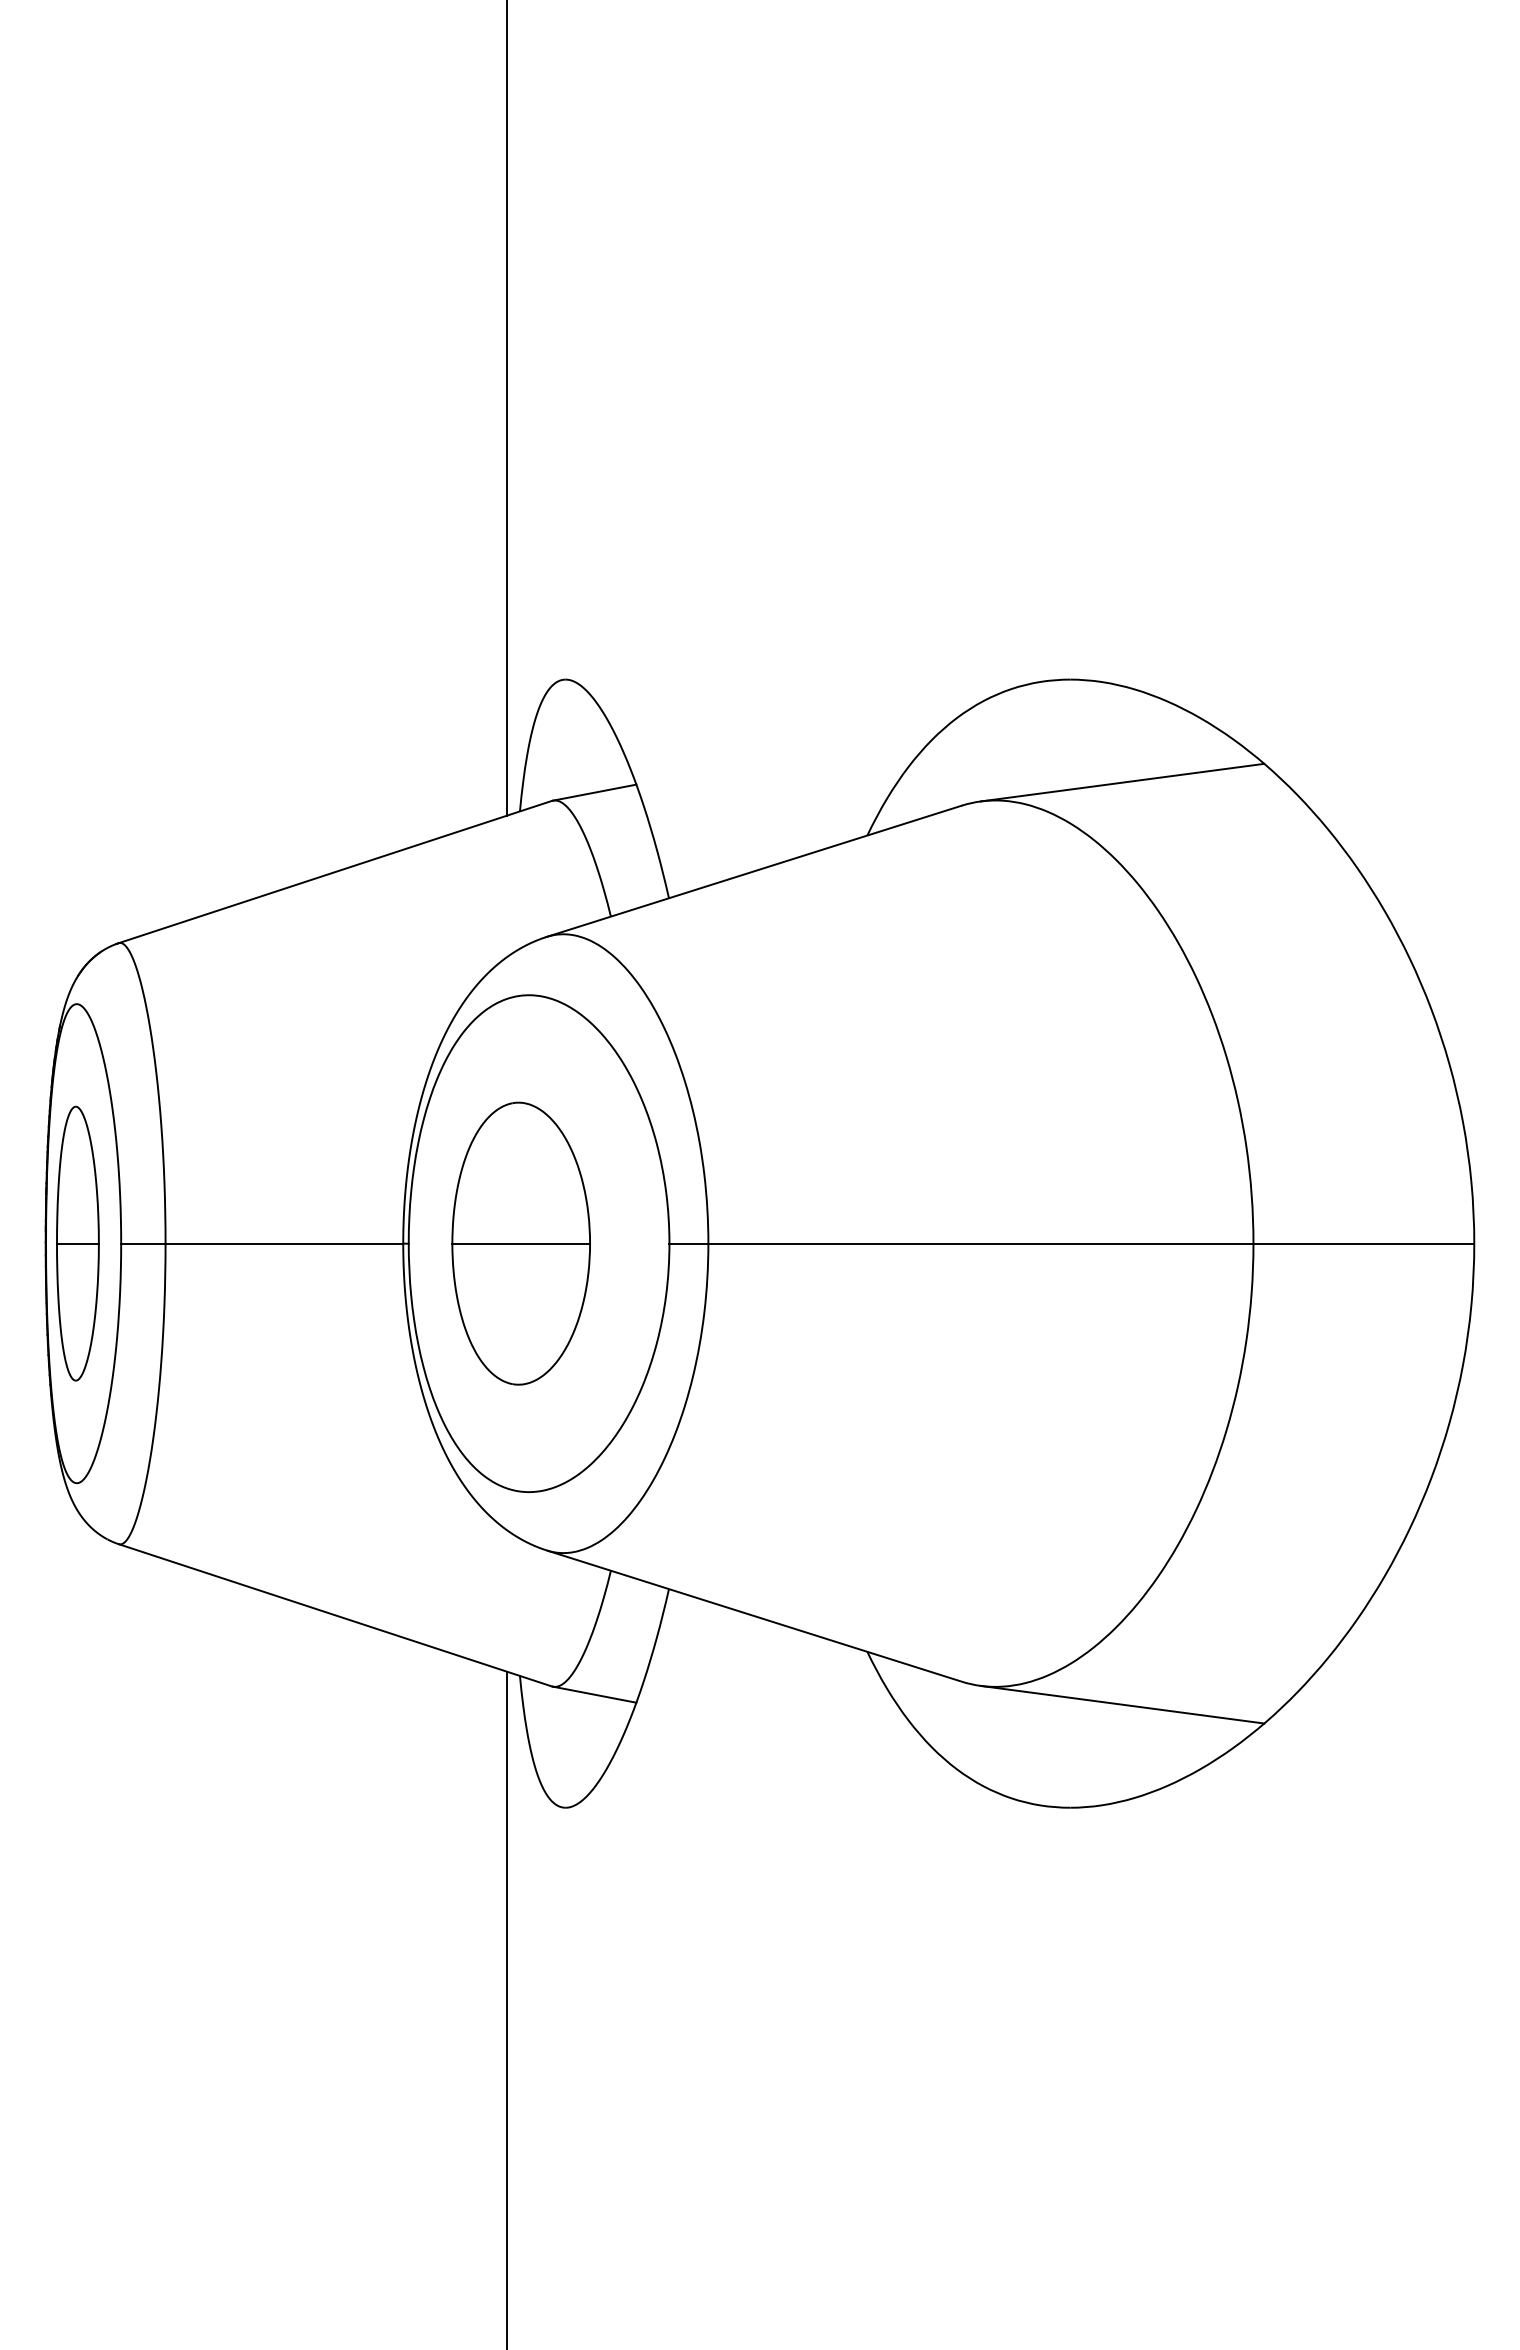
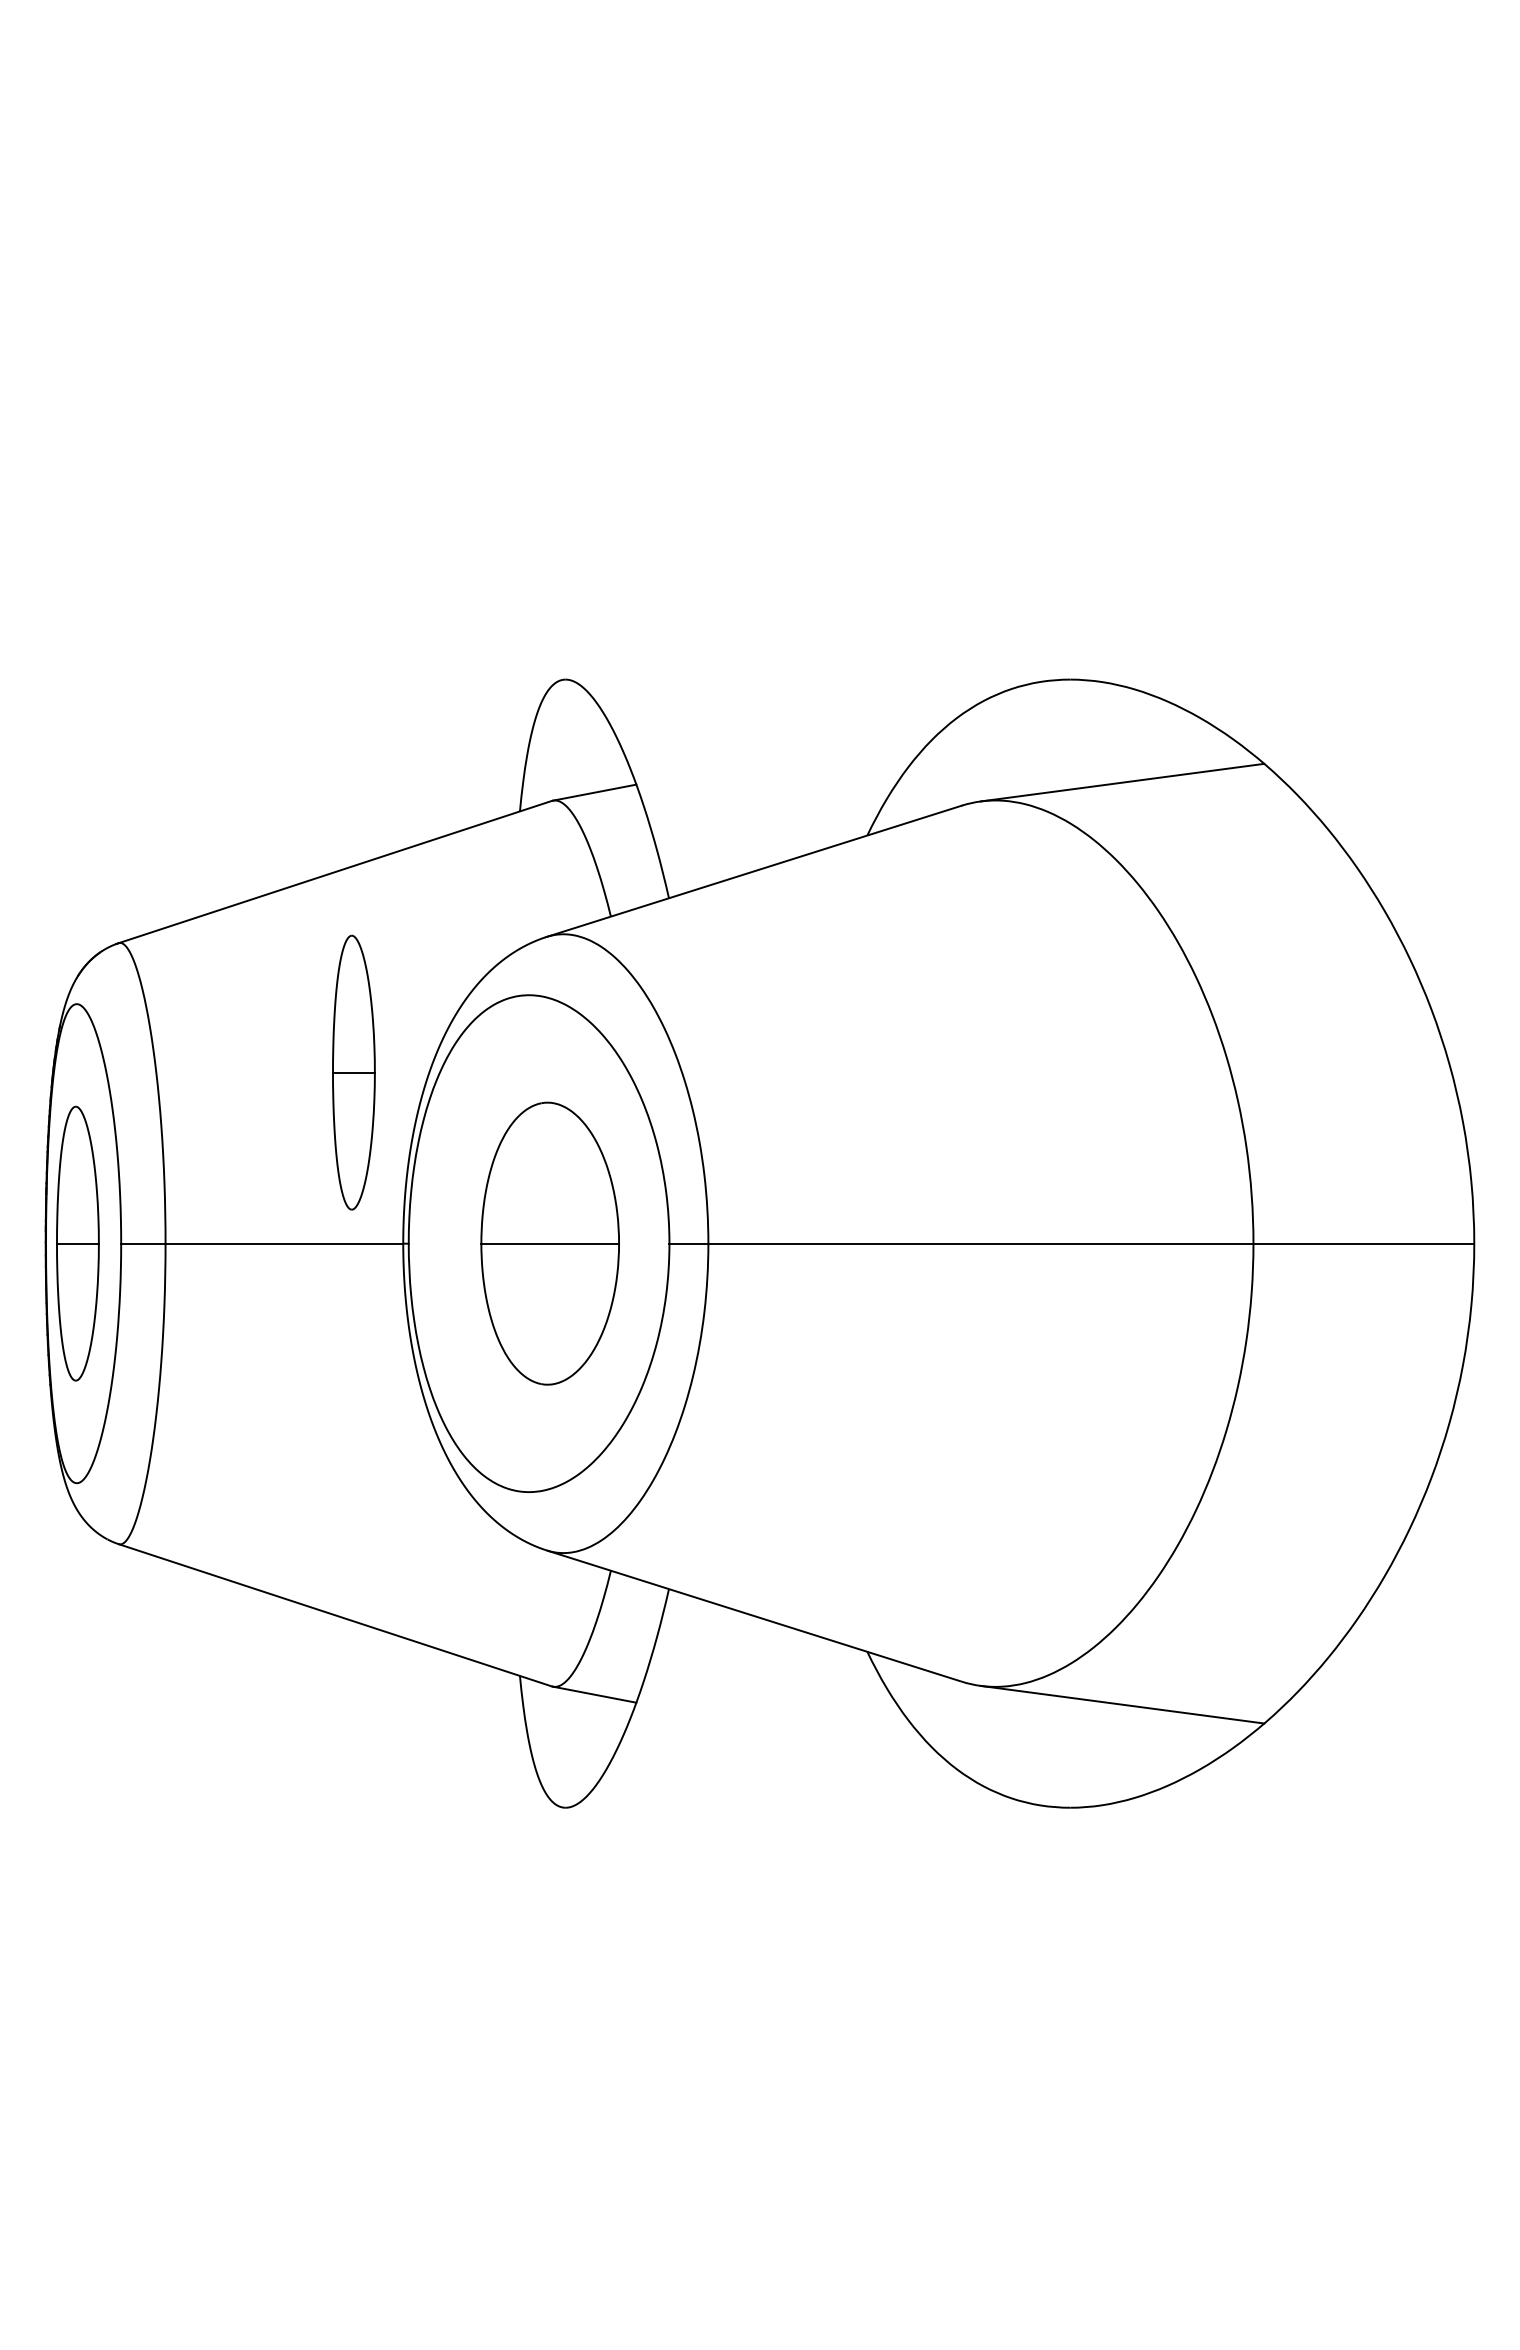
line at (507, 408): present -> none
part at (353, 1072): none -> present
part at (520, 1243) position: (520, 1243) -> (549, 1243)
line at (507, 2008): present -> none
